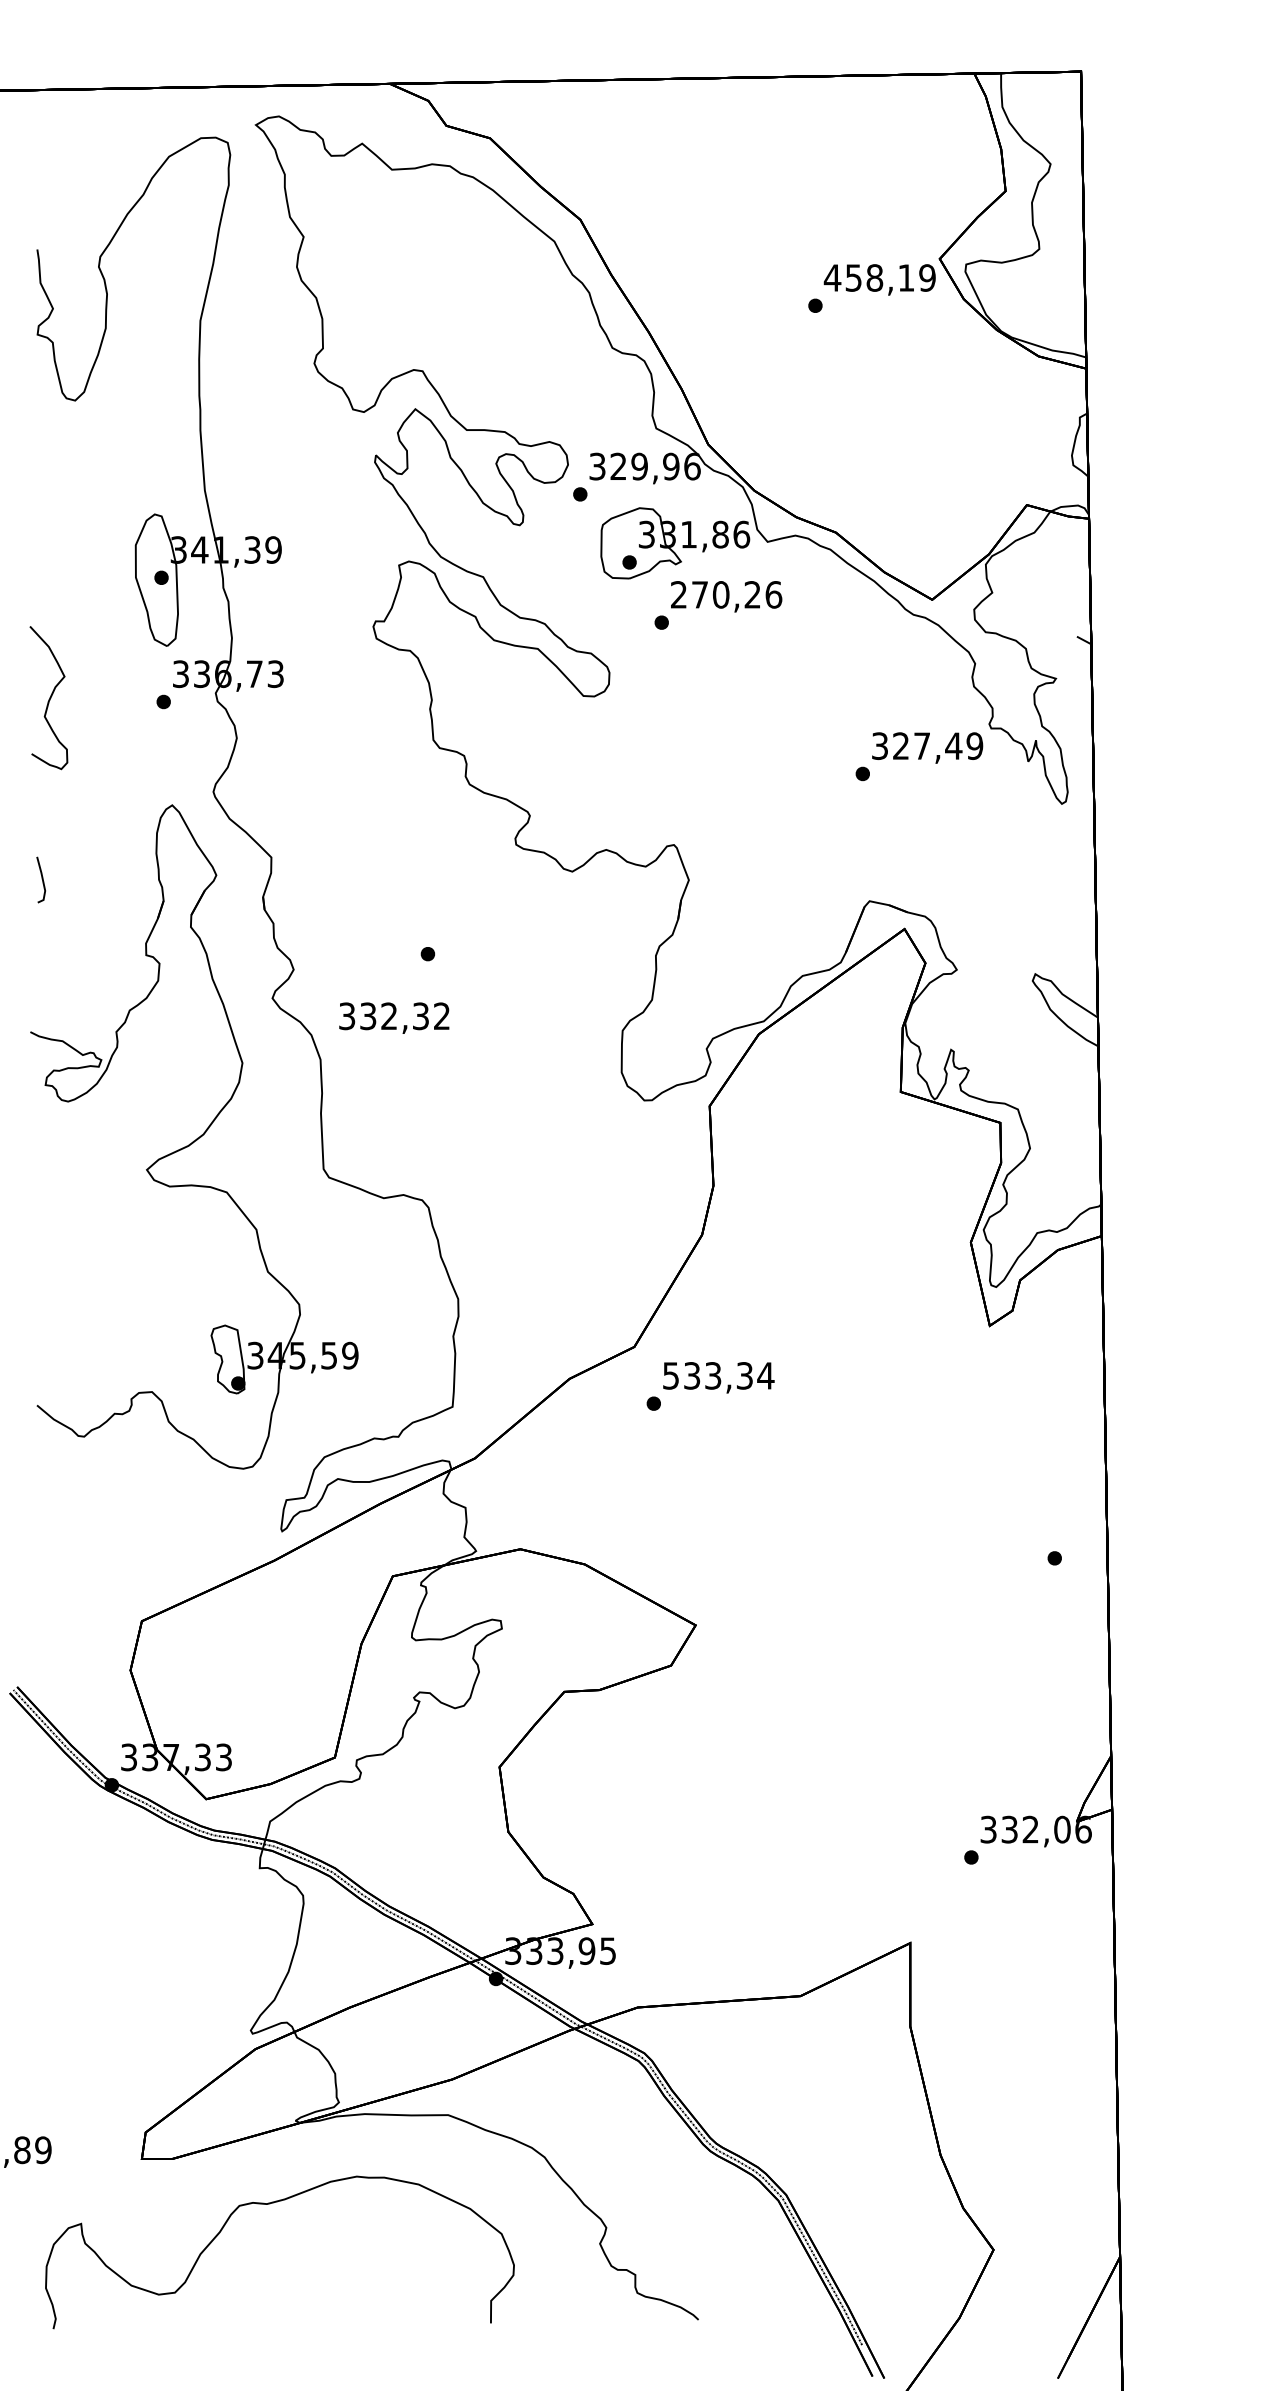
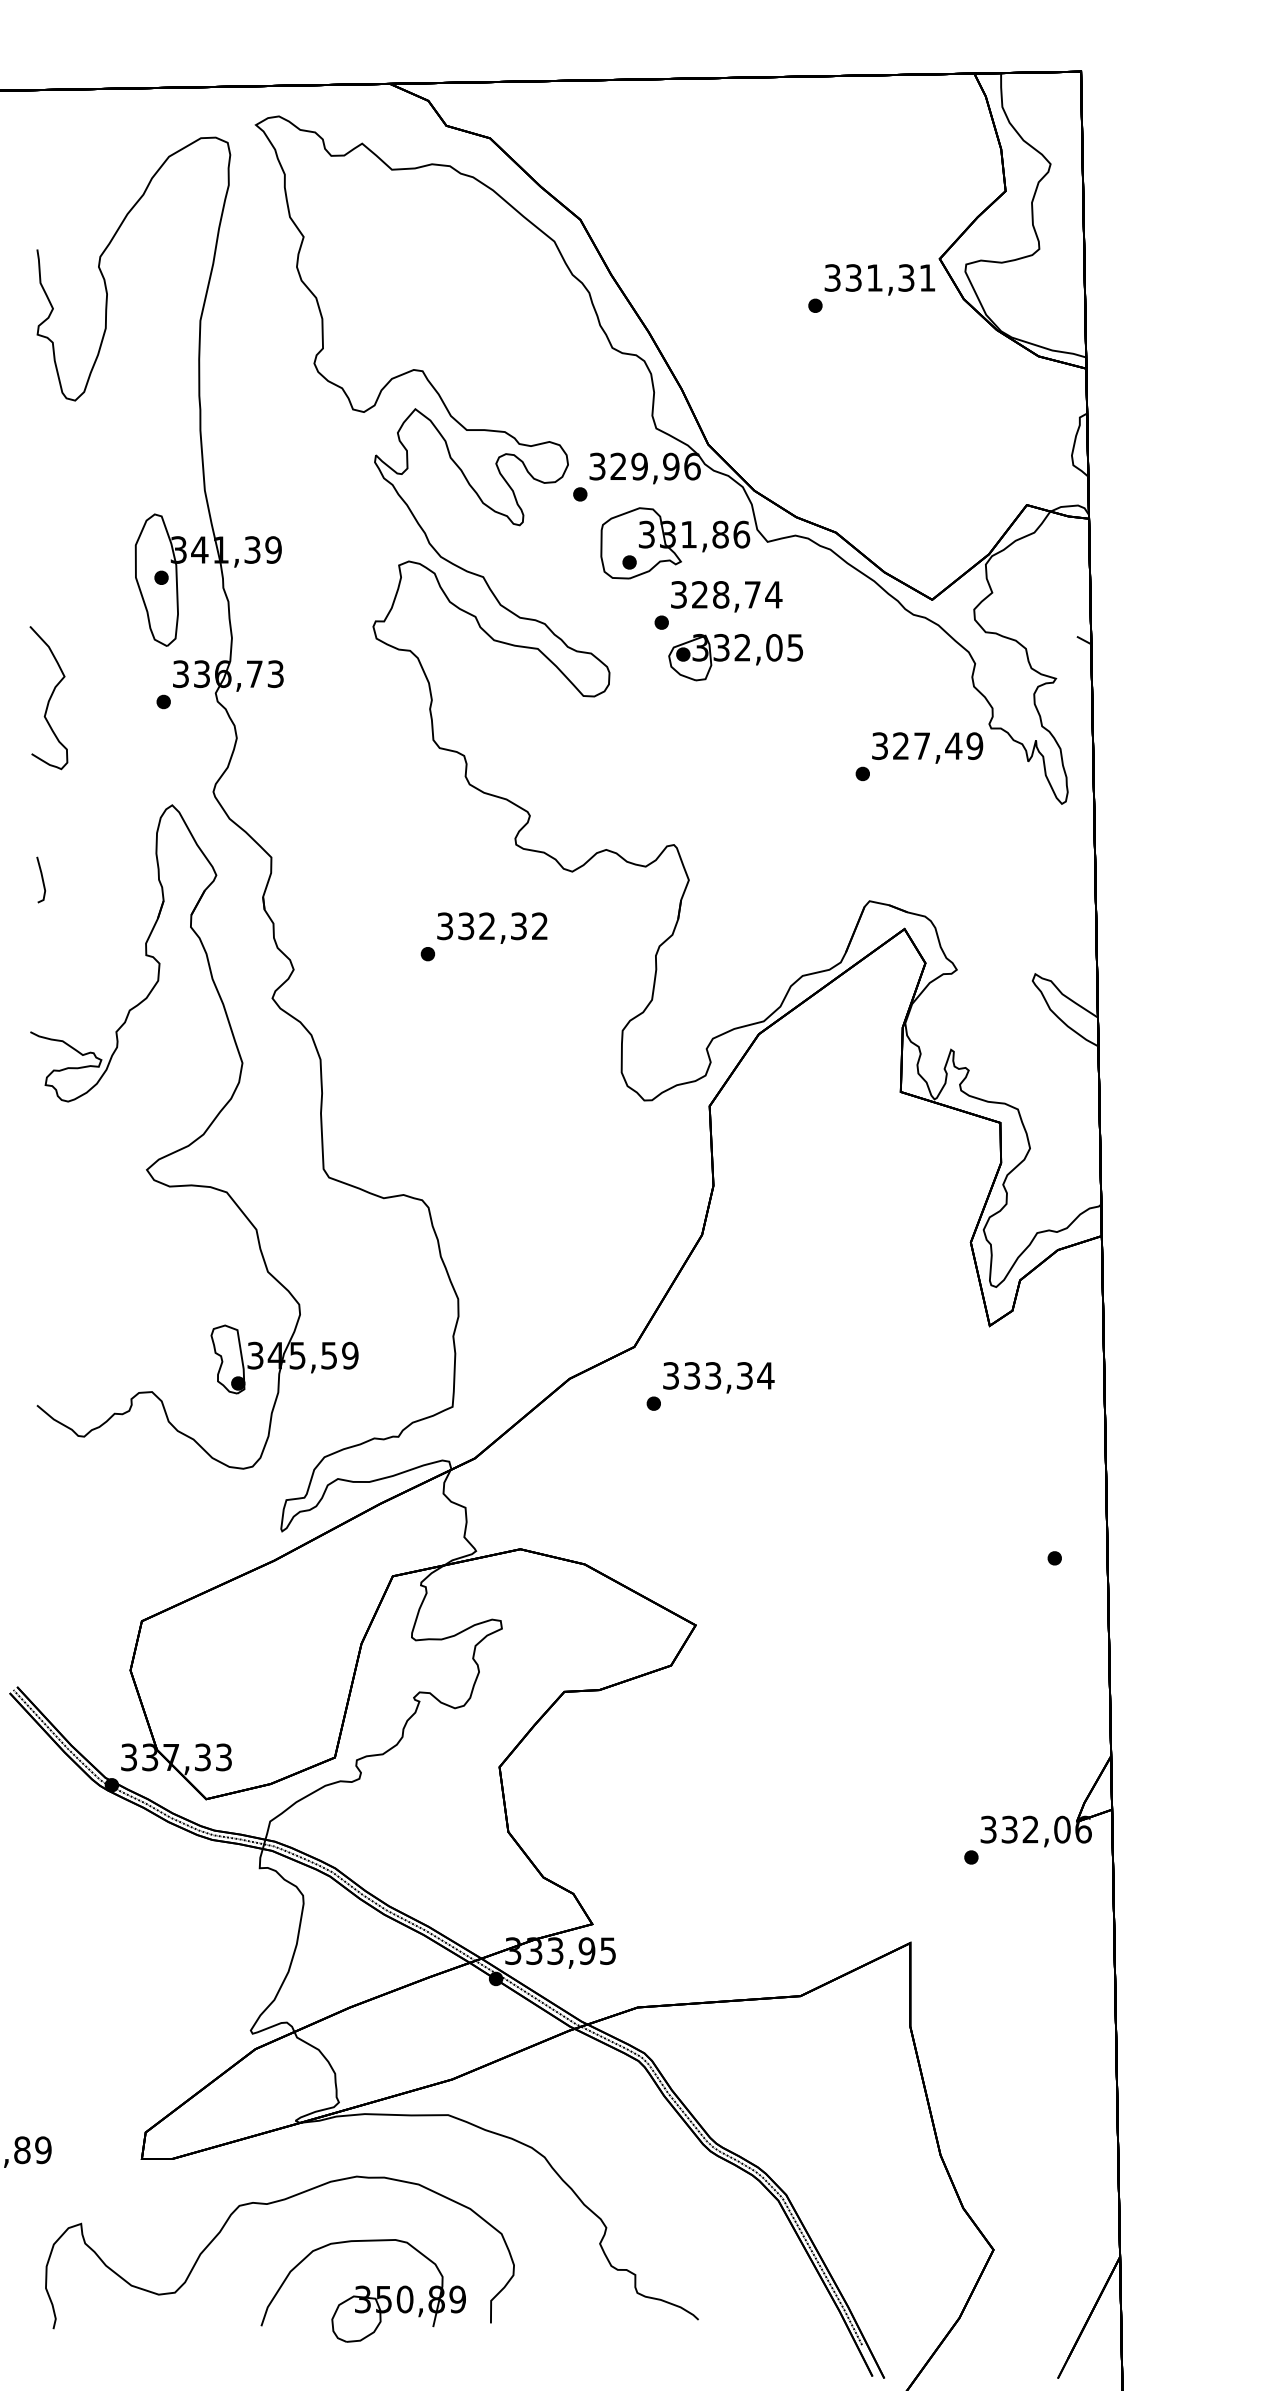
text at (879, 277): 458,19 -> 331,31
text at (726, 594): 270,26 -> 328,74
part at (735, 657): none -> present
text at (394, 1017) position: (394, 1017) -> (492, 927)
text at (670, 1375): 533,34 -> 333,34
part at (362, 2290): none -> present
